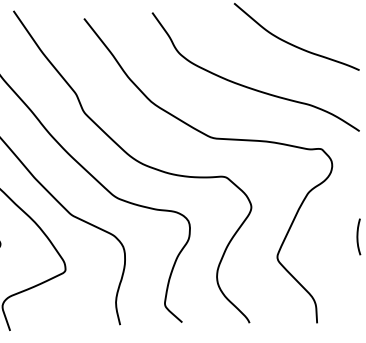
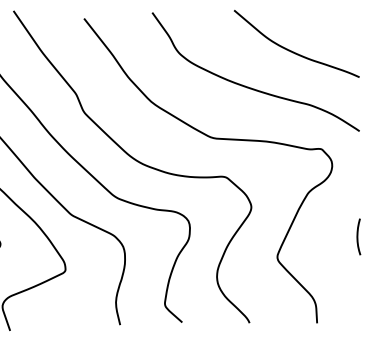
curve at (293, 44) position: (293, 44) -> (293, 51)
